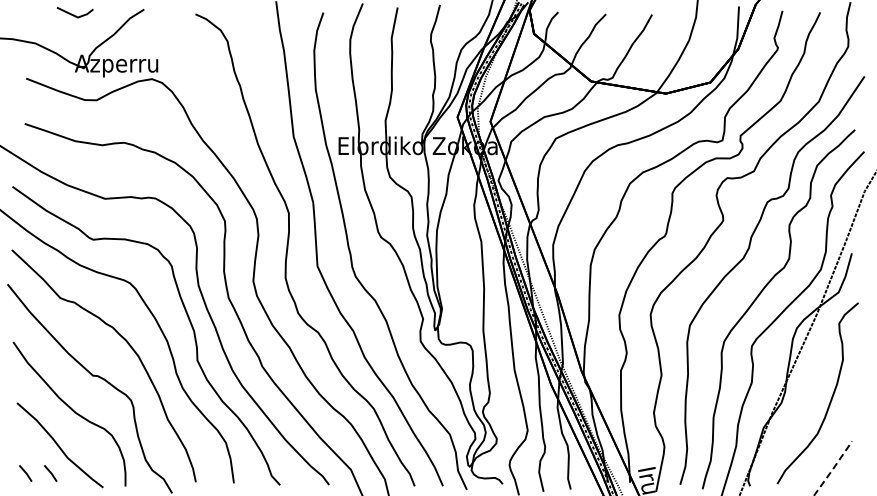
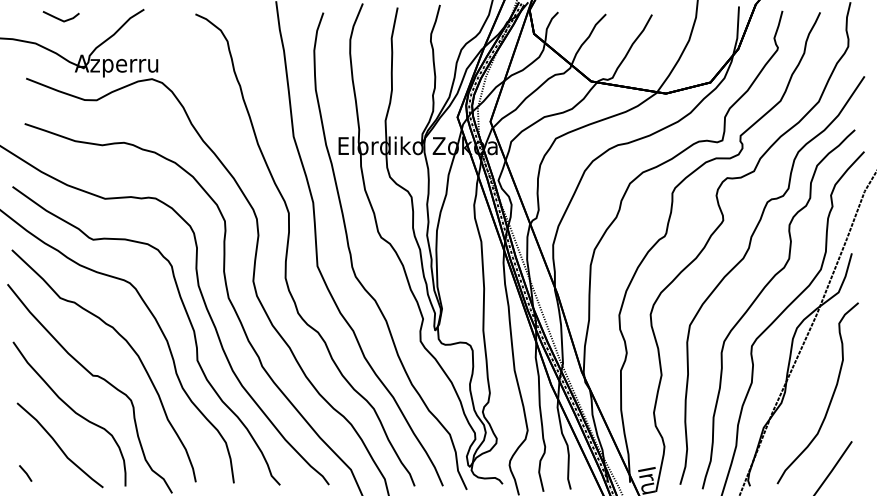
line at (74, 14) position: (74, 14) -> (60, 18)
line at (833, 469): dashed -> solid
line at (50, 473): present -> none
